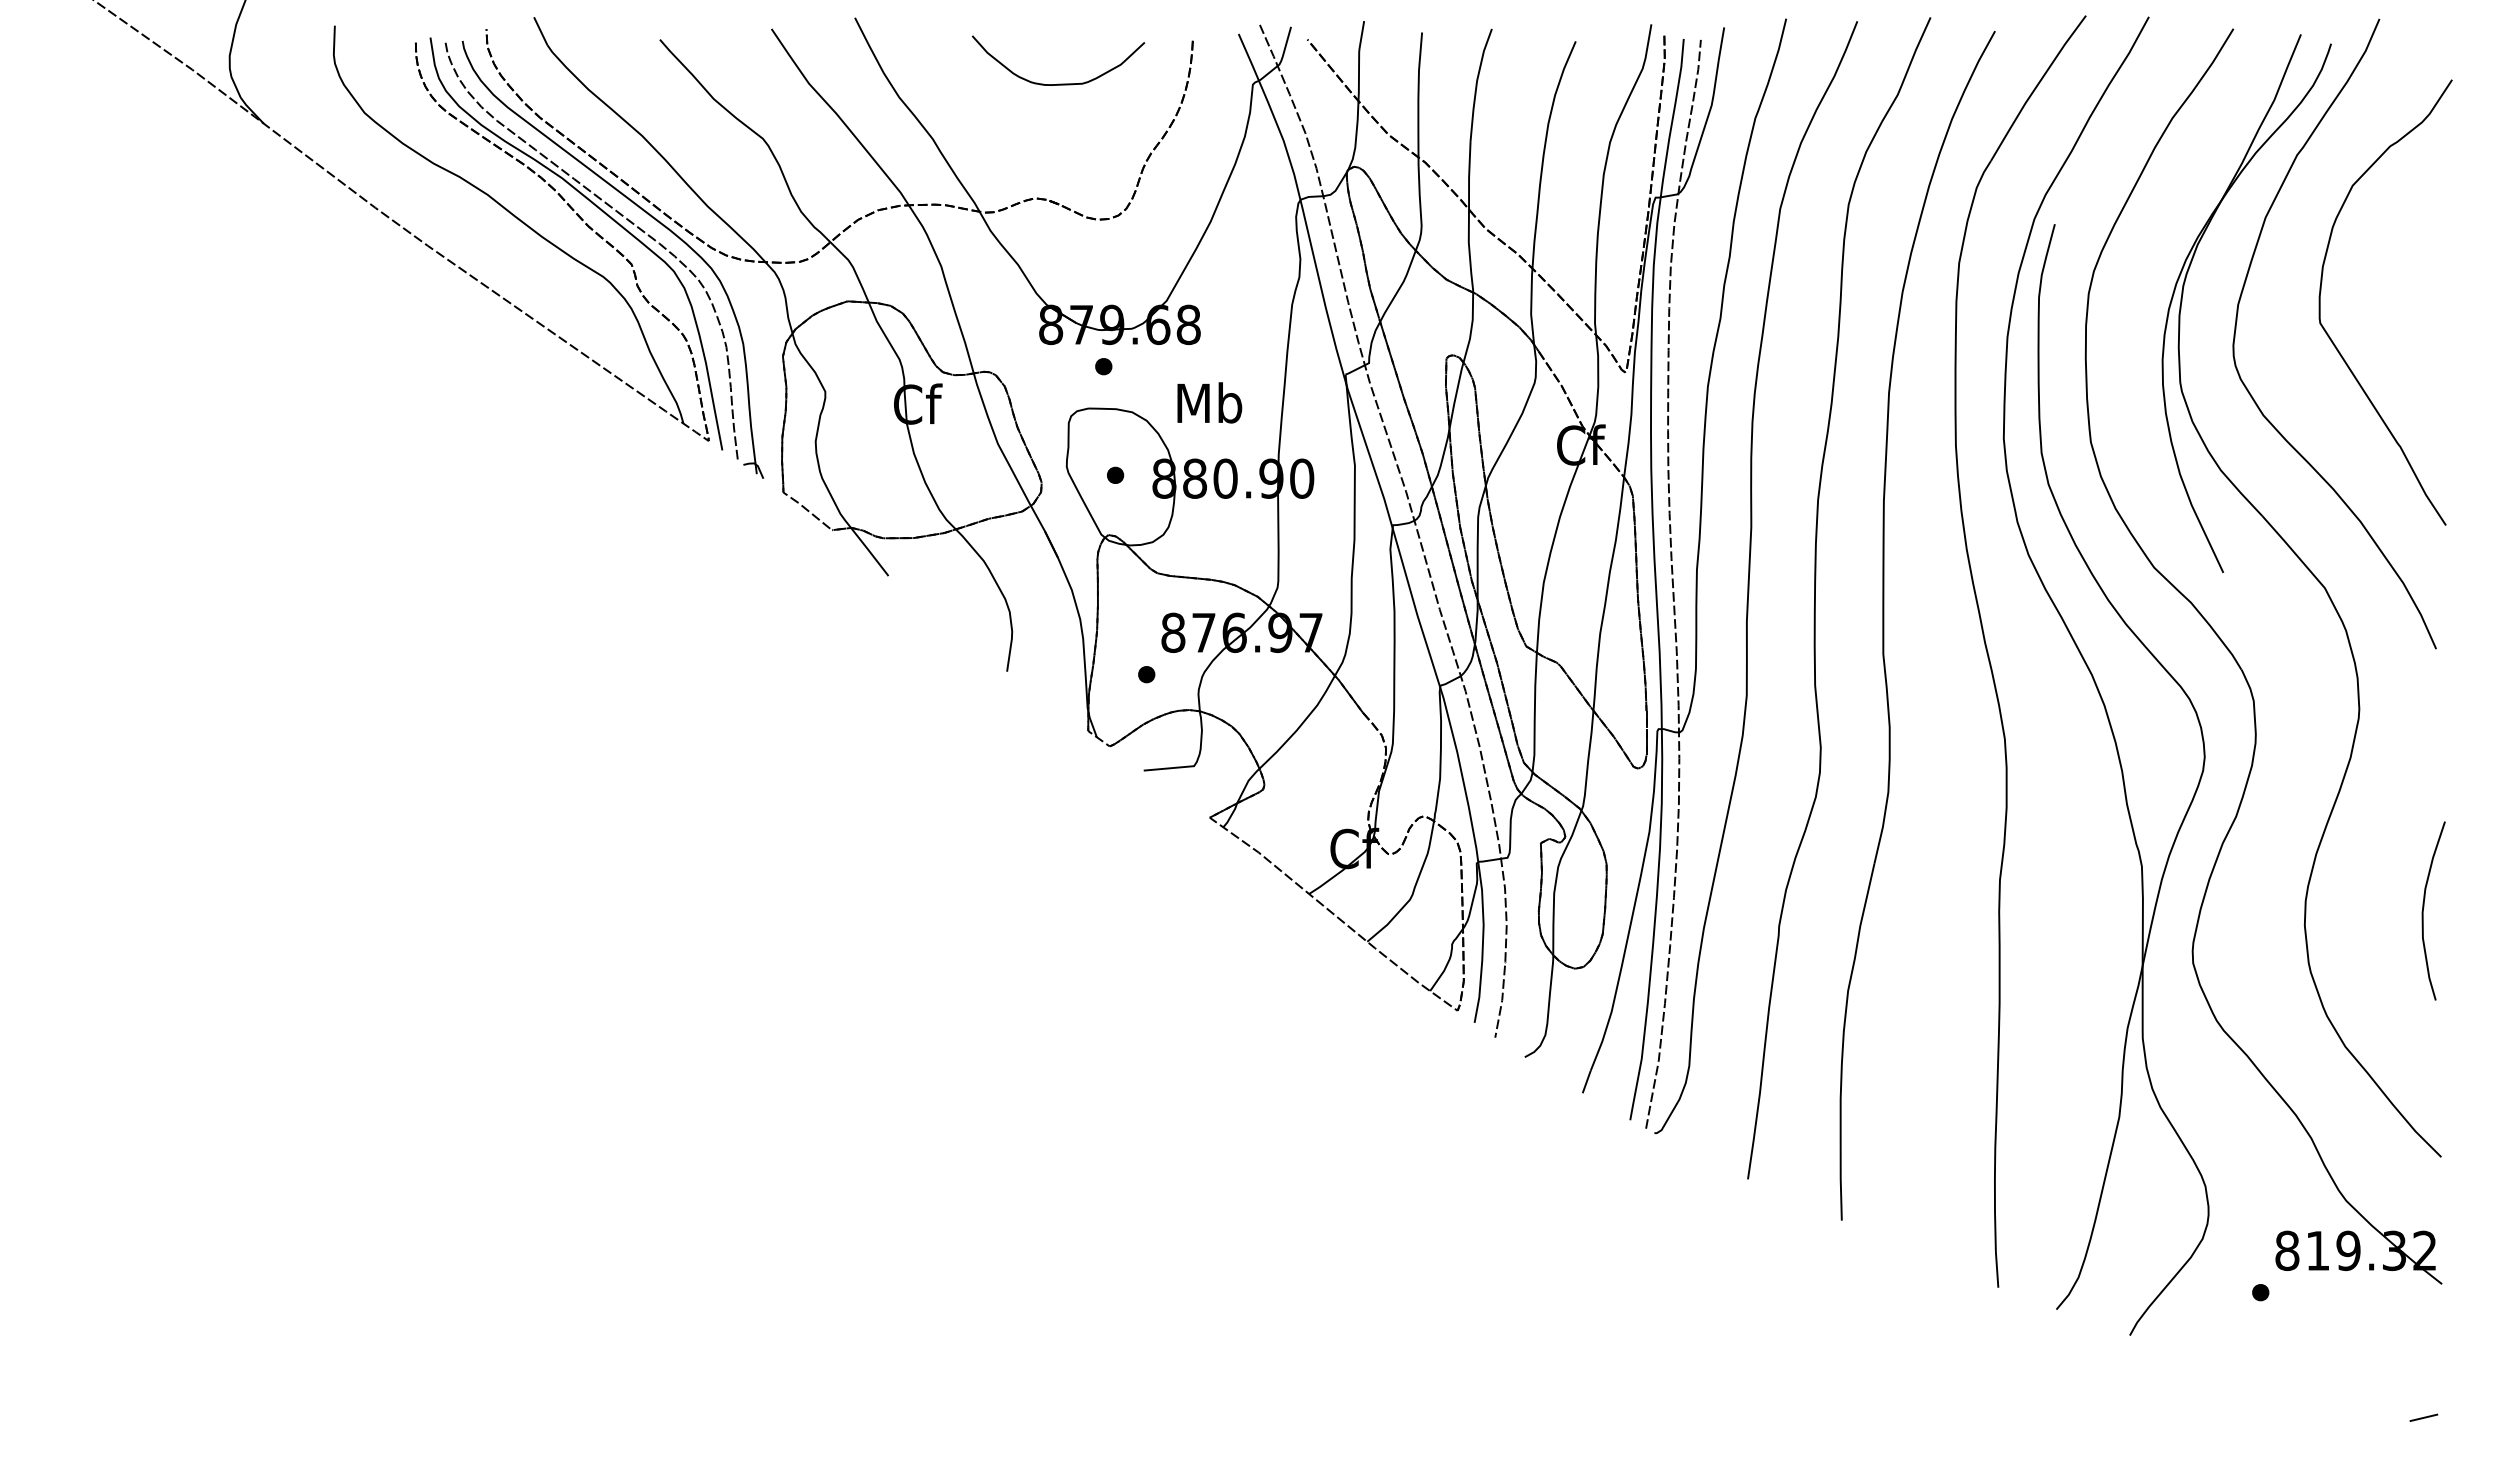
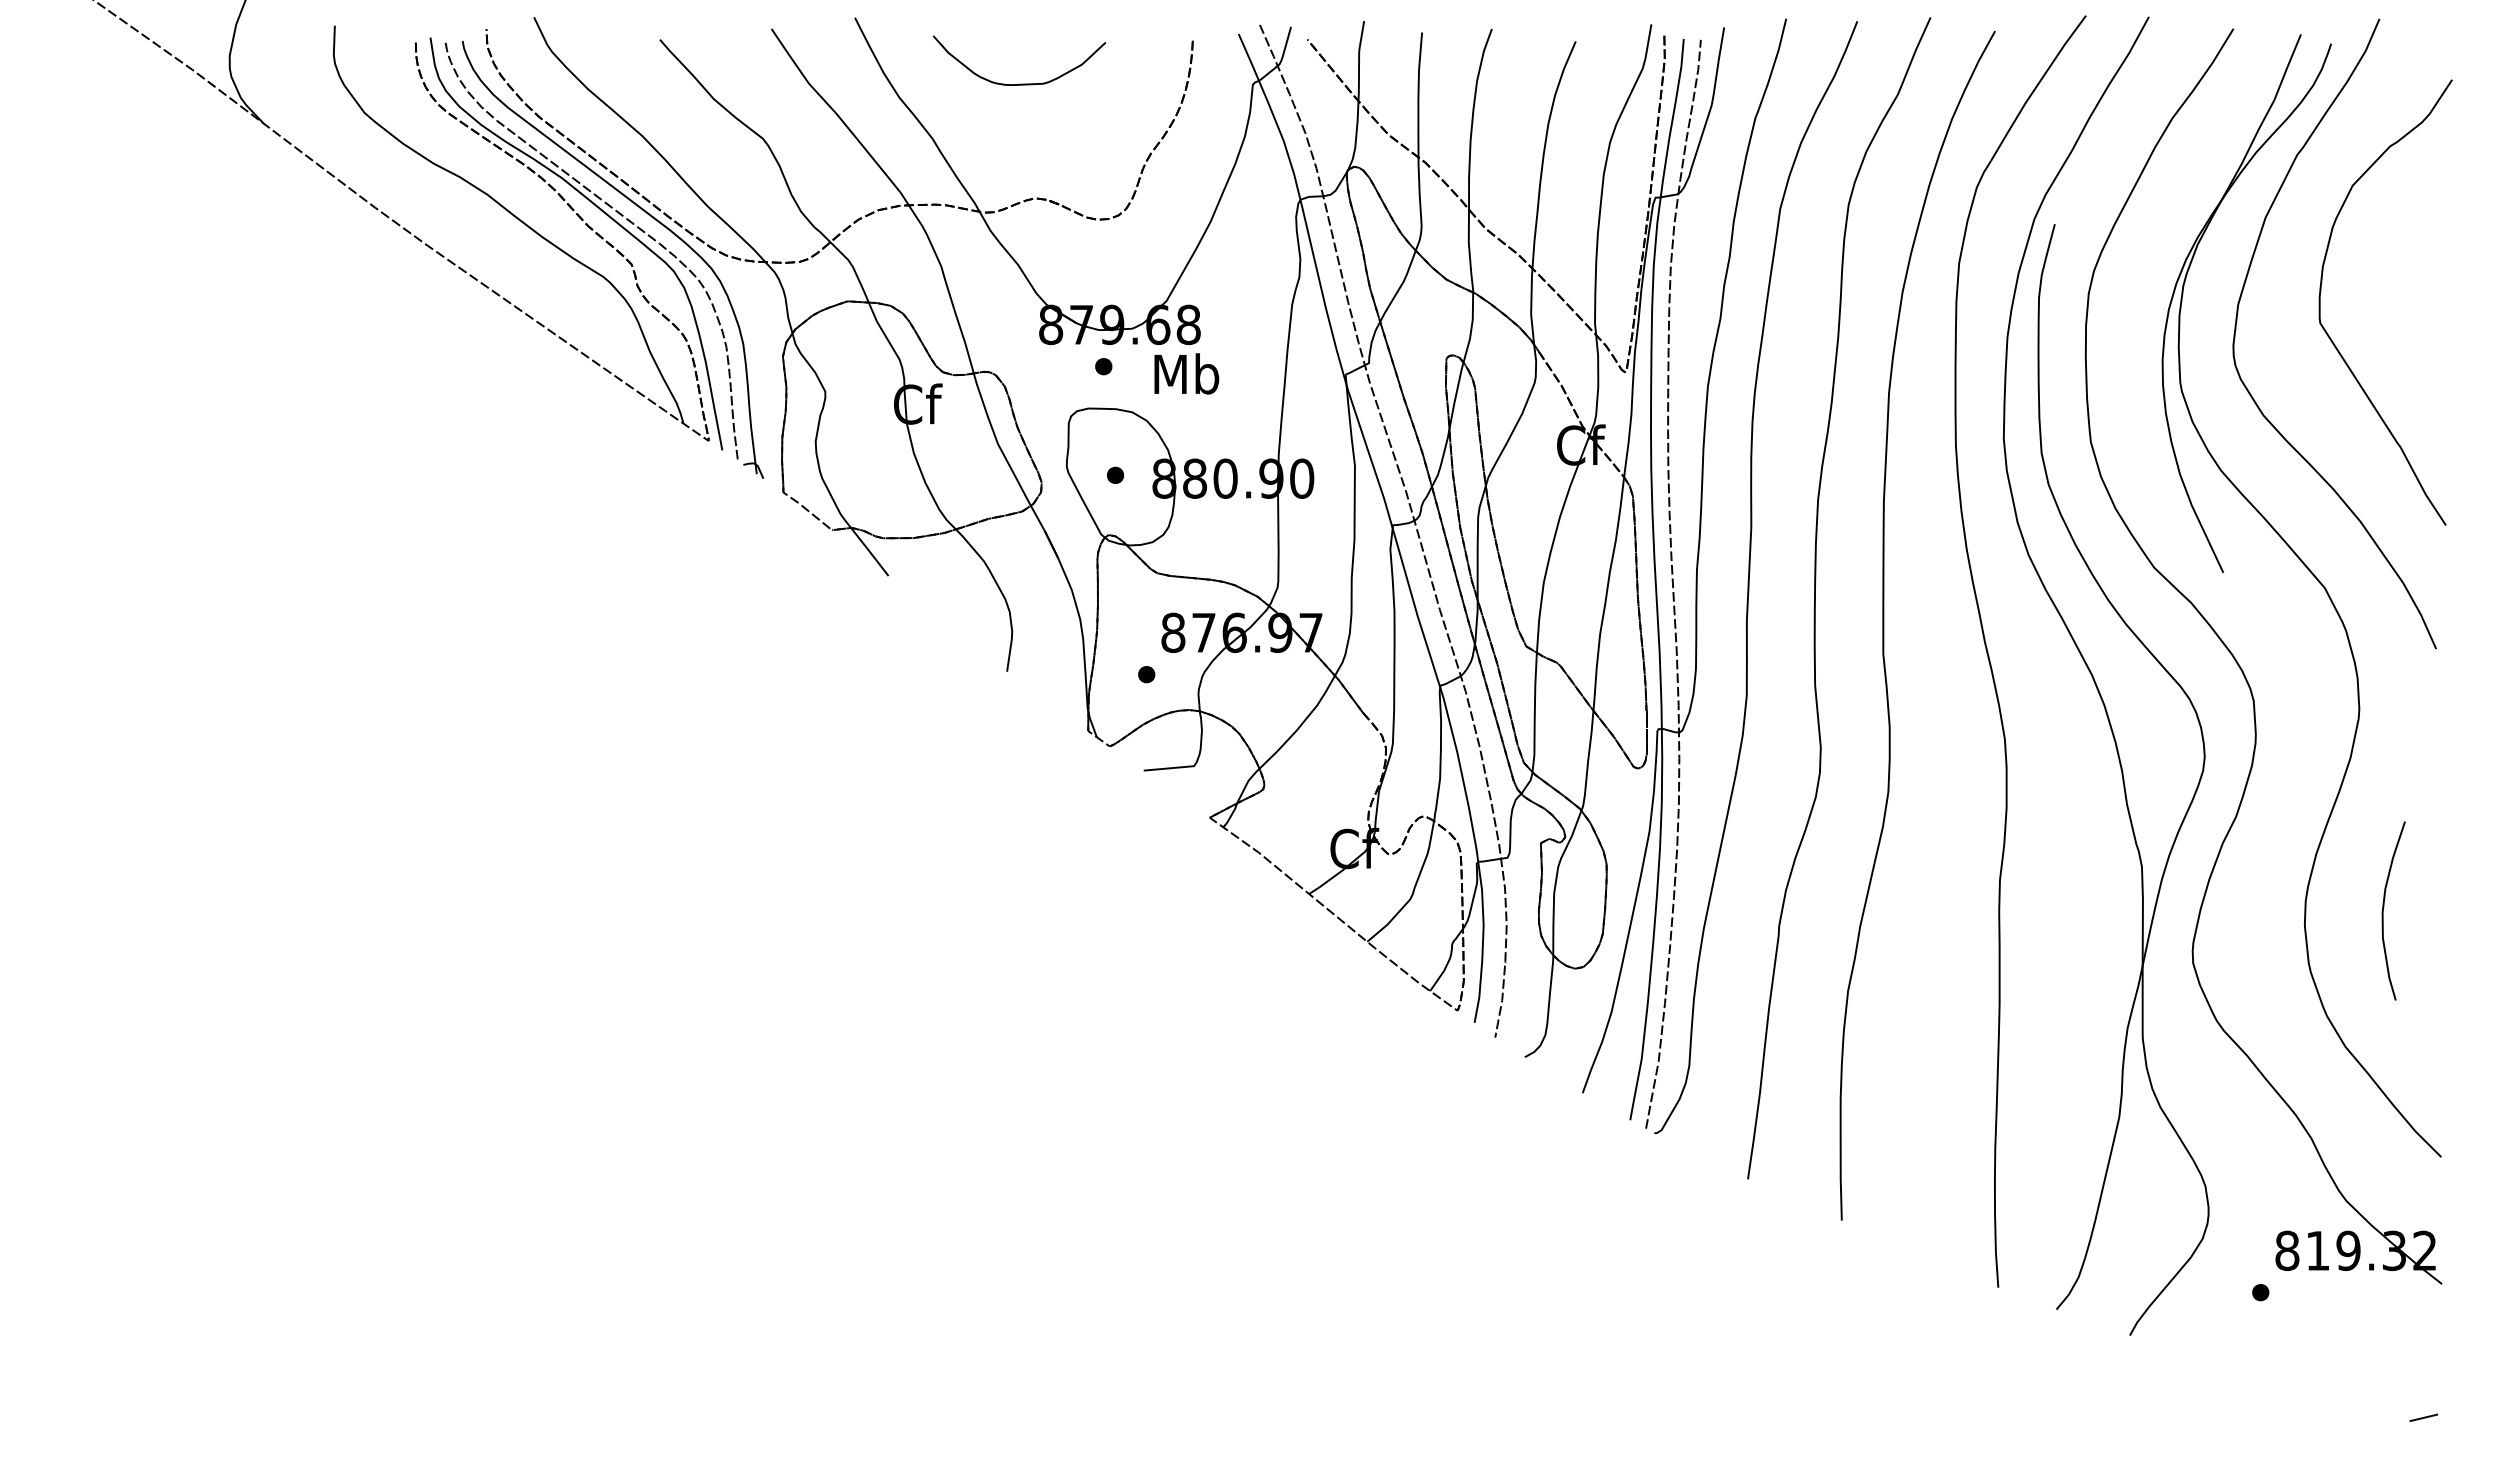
curve at (1058, 83) position: (1058, 83) -> (1019, 83)
text at (1209, 402) position: (1209, 402) -> (1186, 373)
curve at (2424, 907) position: (2424, 907) -> (2384, 907)
